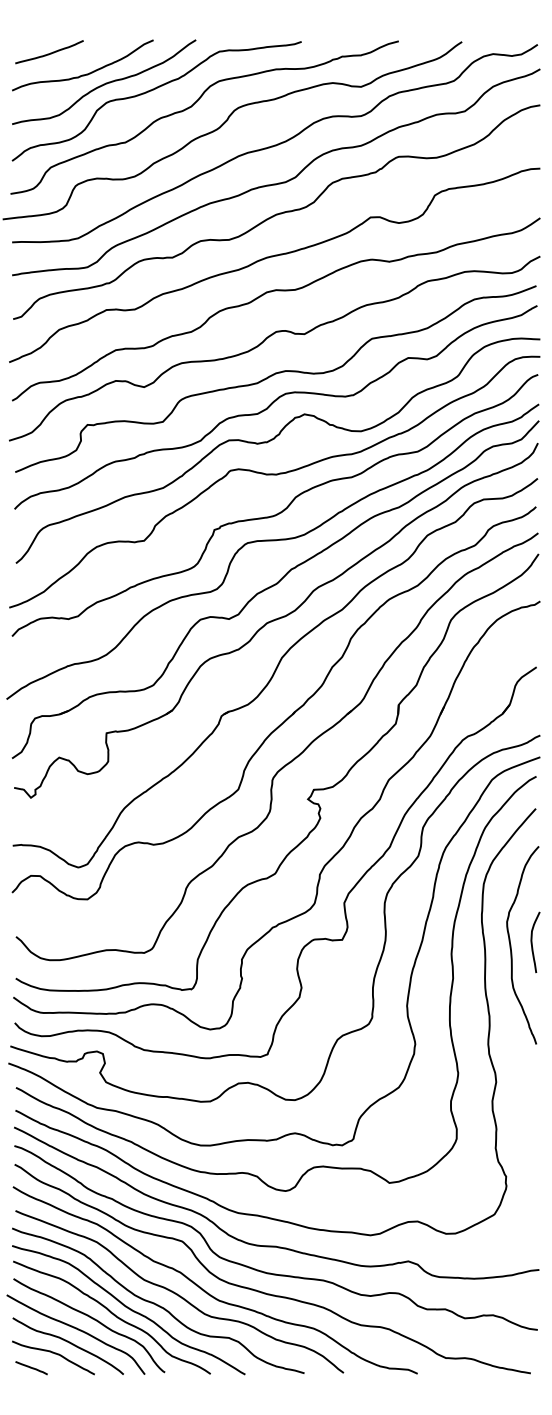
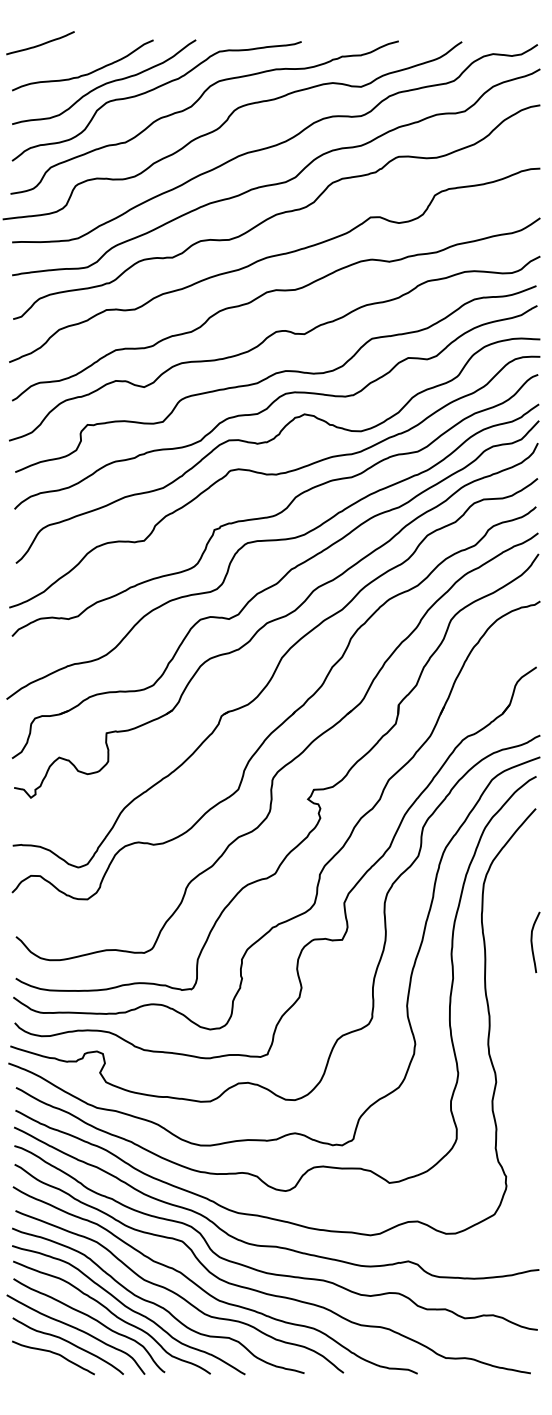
curve at (50, 52) position: (50, 52) -> (41, 43)
curve at (511, 945): present -> none
line at (31, 1368): present -> none
